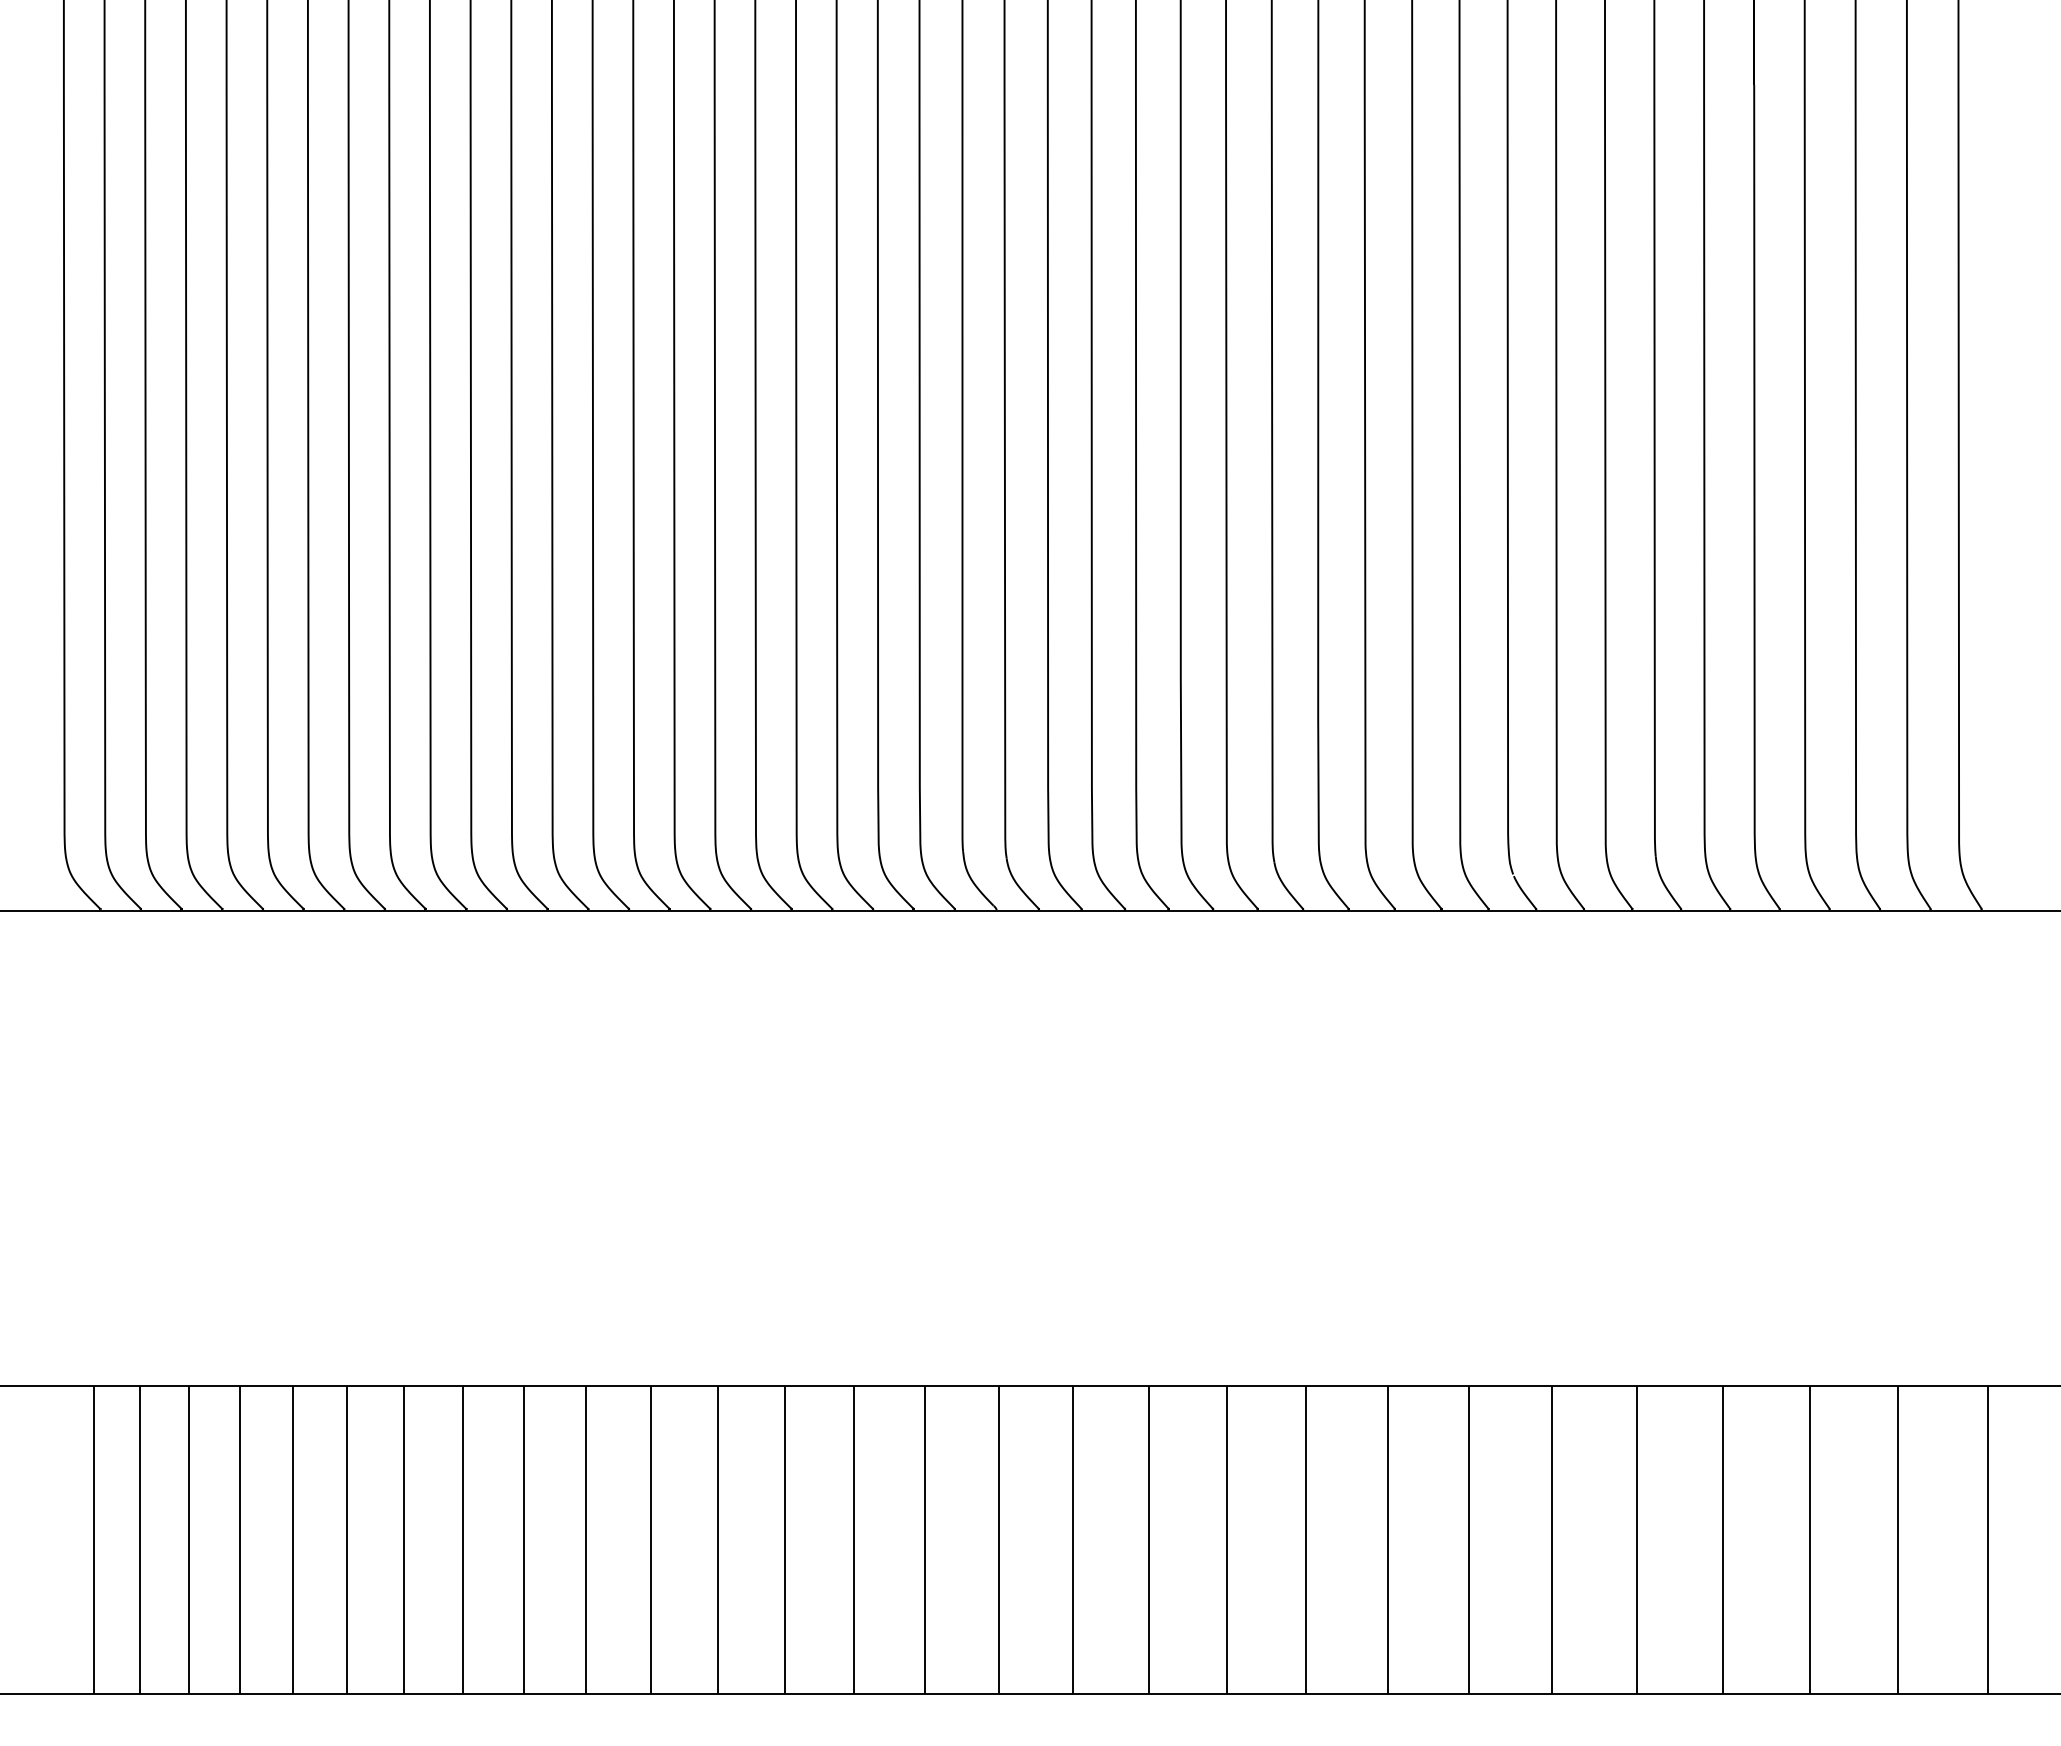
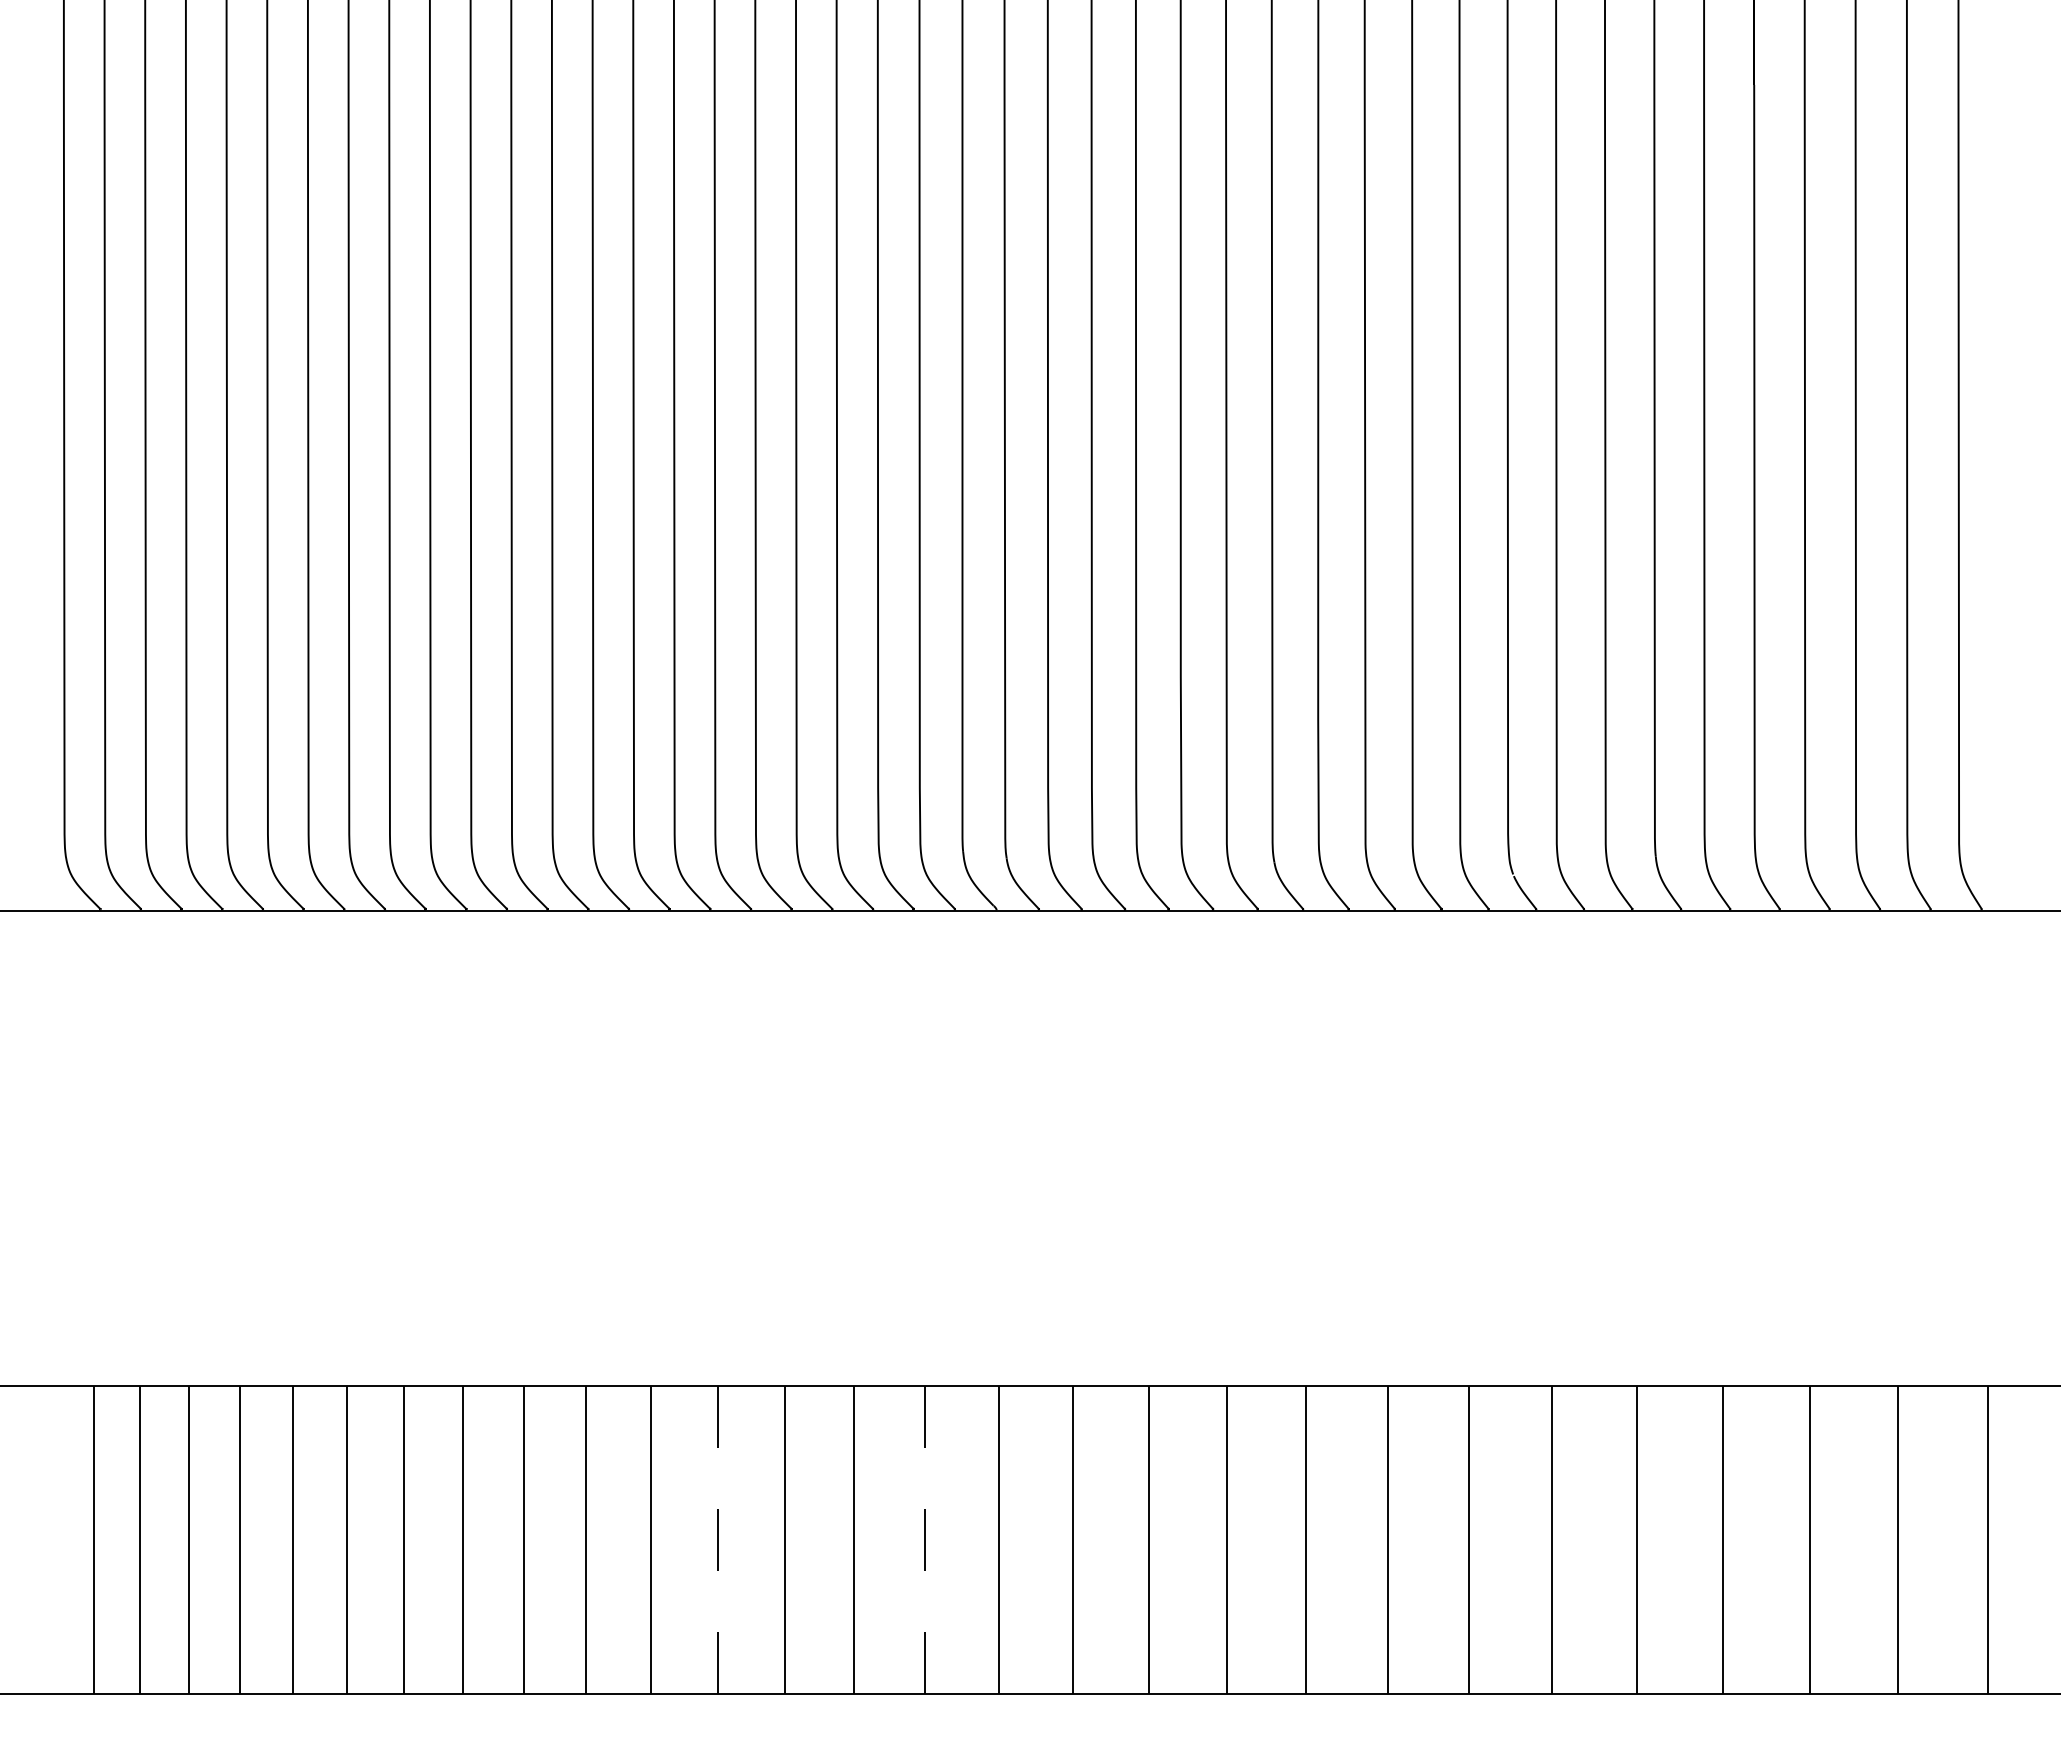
line at (717, 1539): solid -> dashed
line at (925, 1539): solid -> dashed
